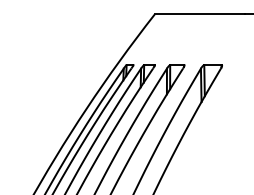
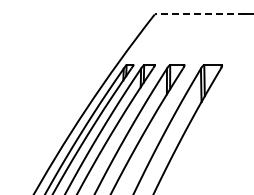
line at (199, 14): solid -> dashed
